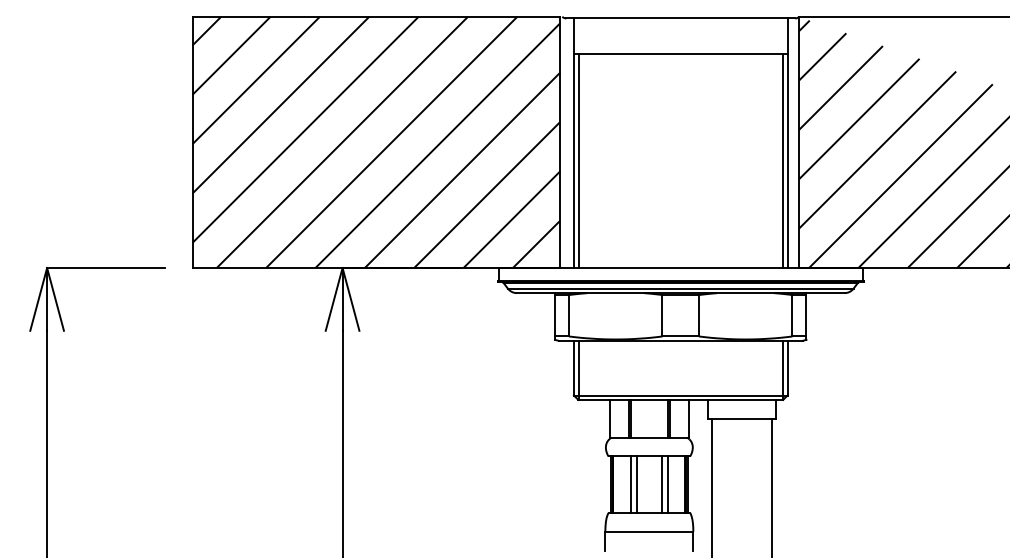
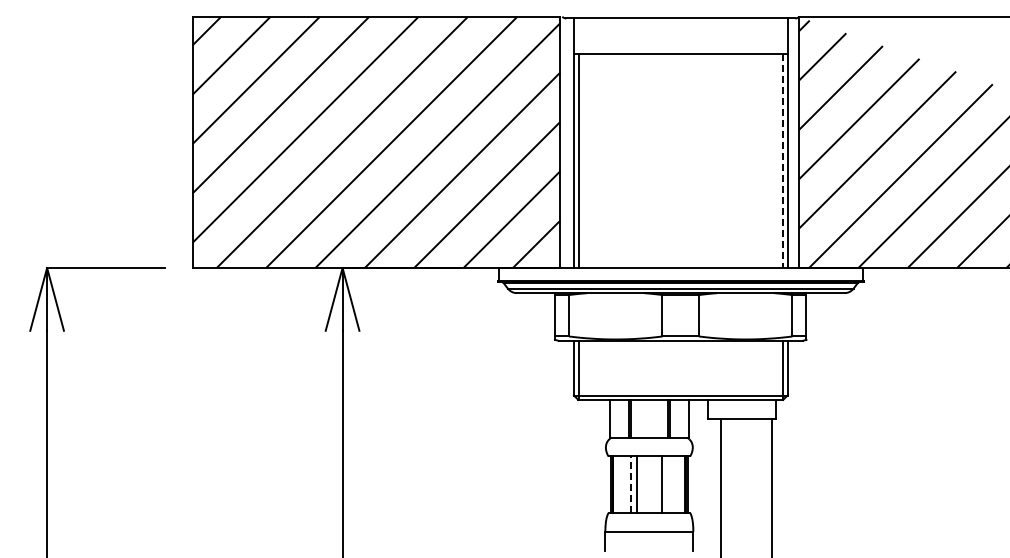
line at (782, 161): solid -> dashed
line at (630, 484): solid -> dashed
line at (667, 484): present -> none
line at (711, 486) position: (711, 486) -> (720, 486)
